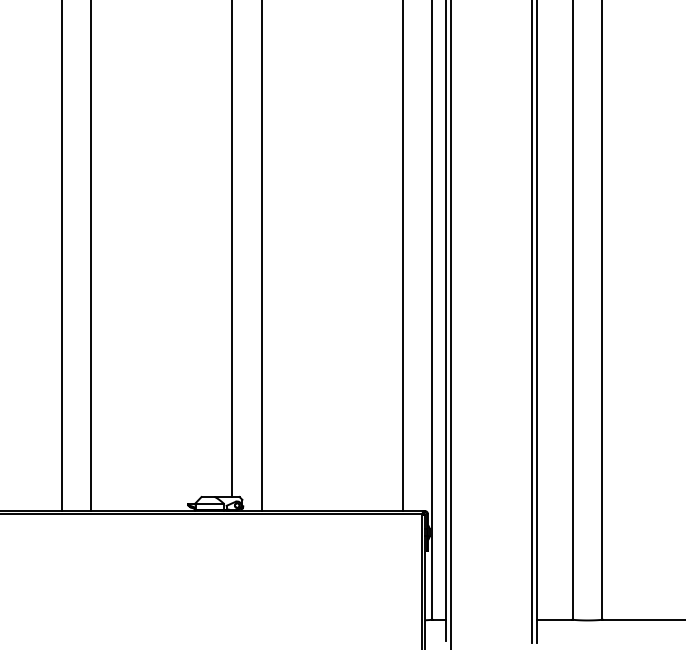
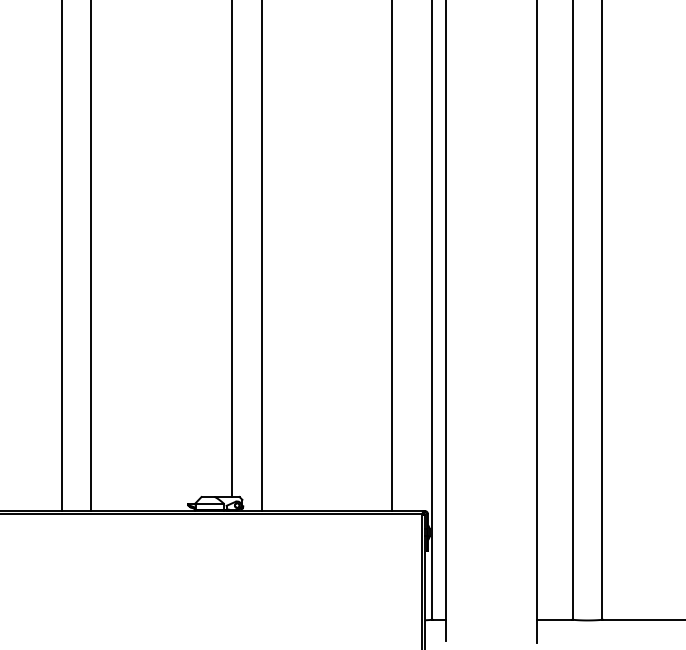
line at (402, 256) position: (402, 256) -> (391, 256)
line at (532, 322): present -> none
line at (450, 324): present -> none
